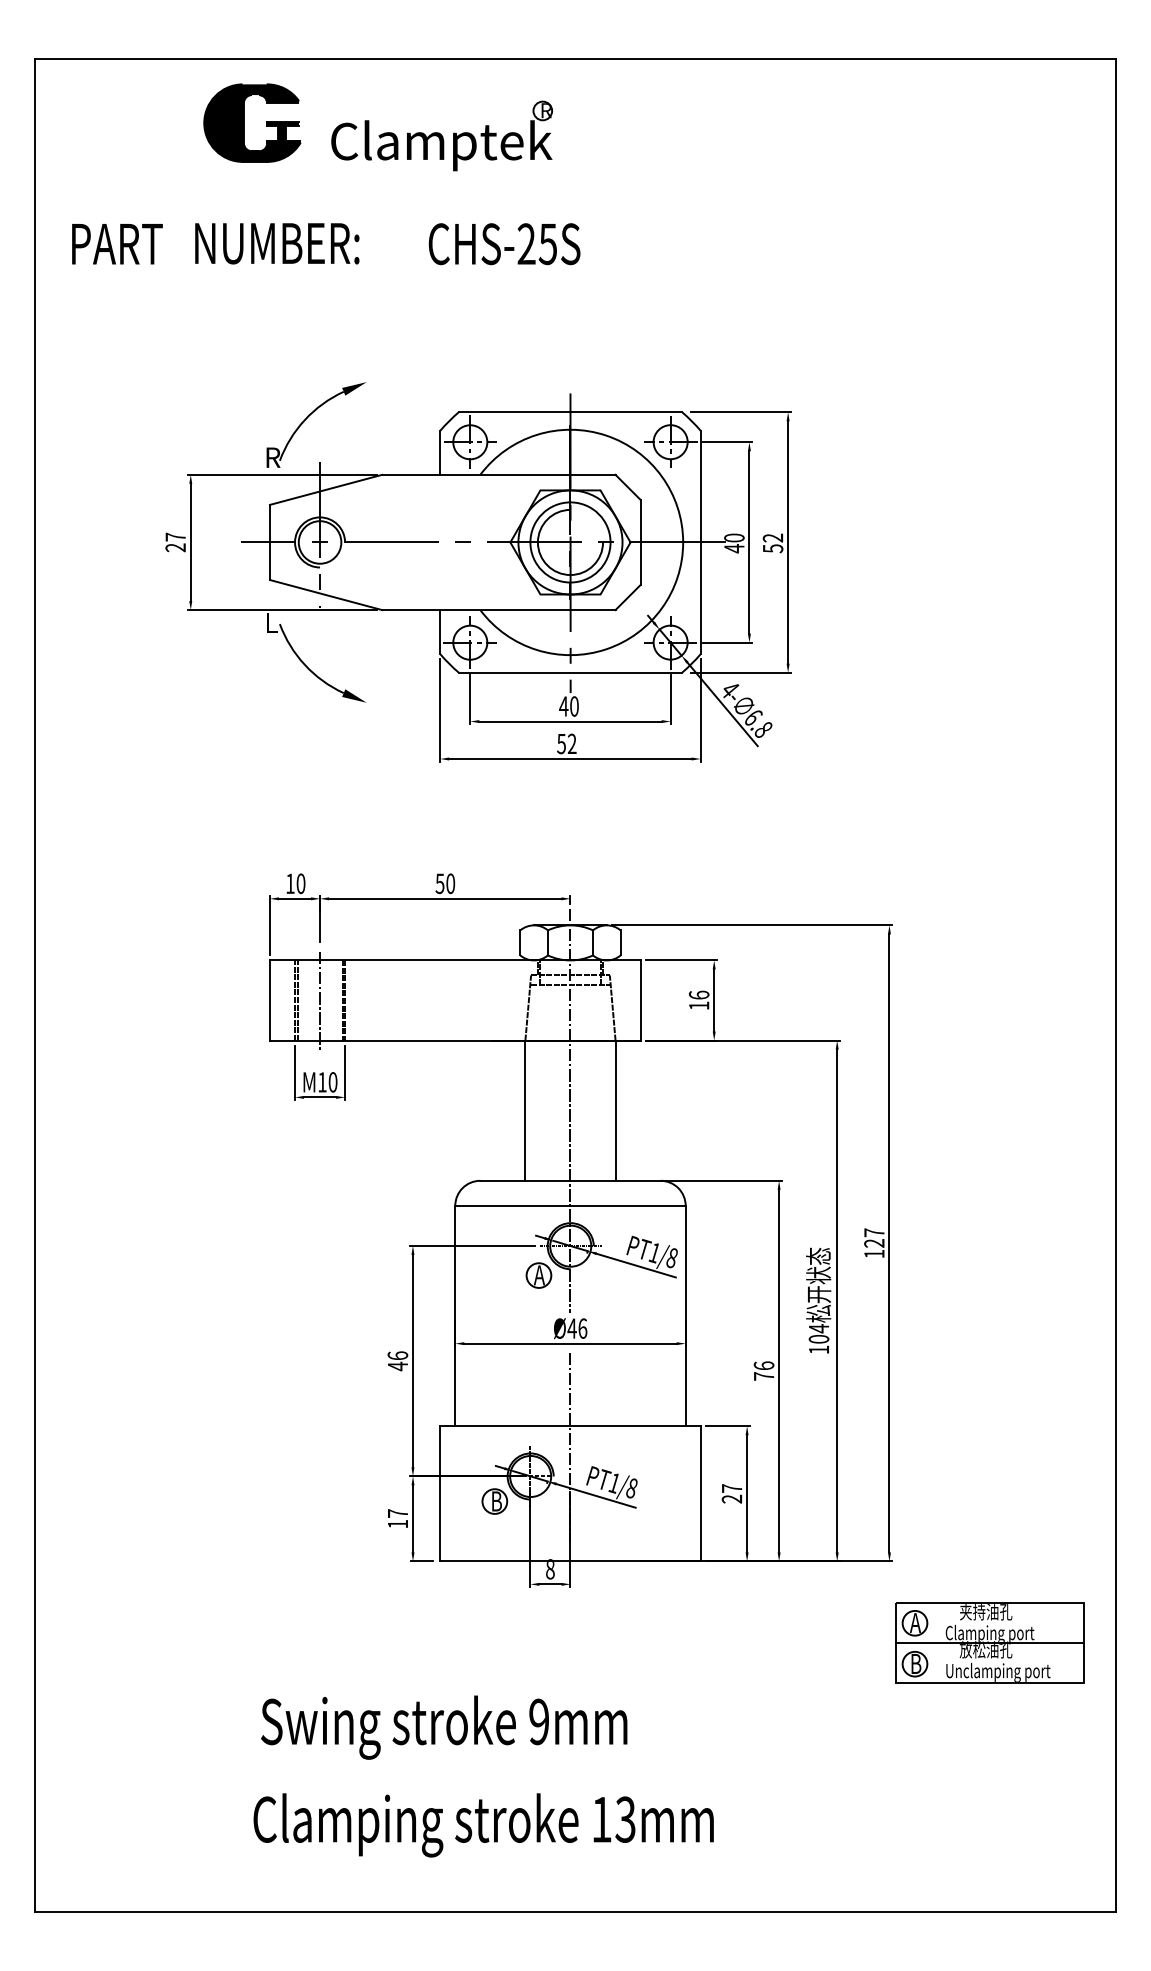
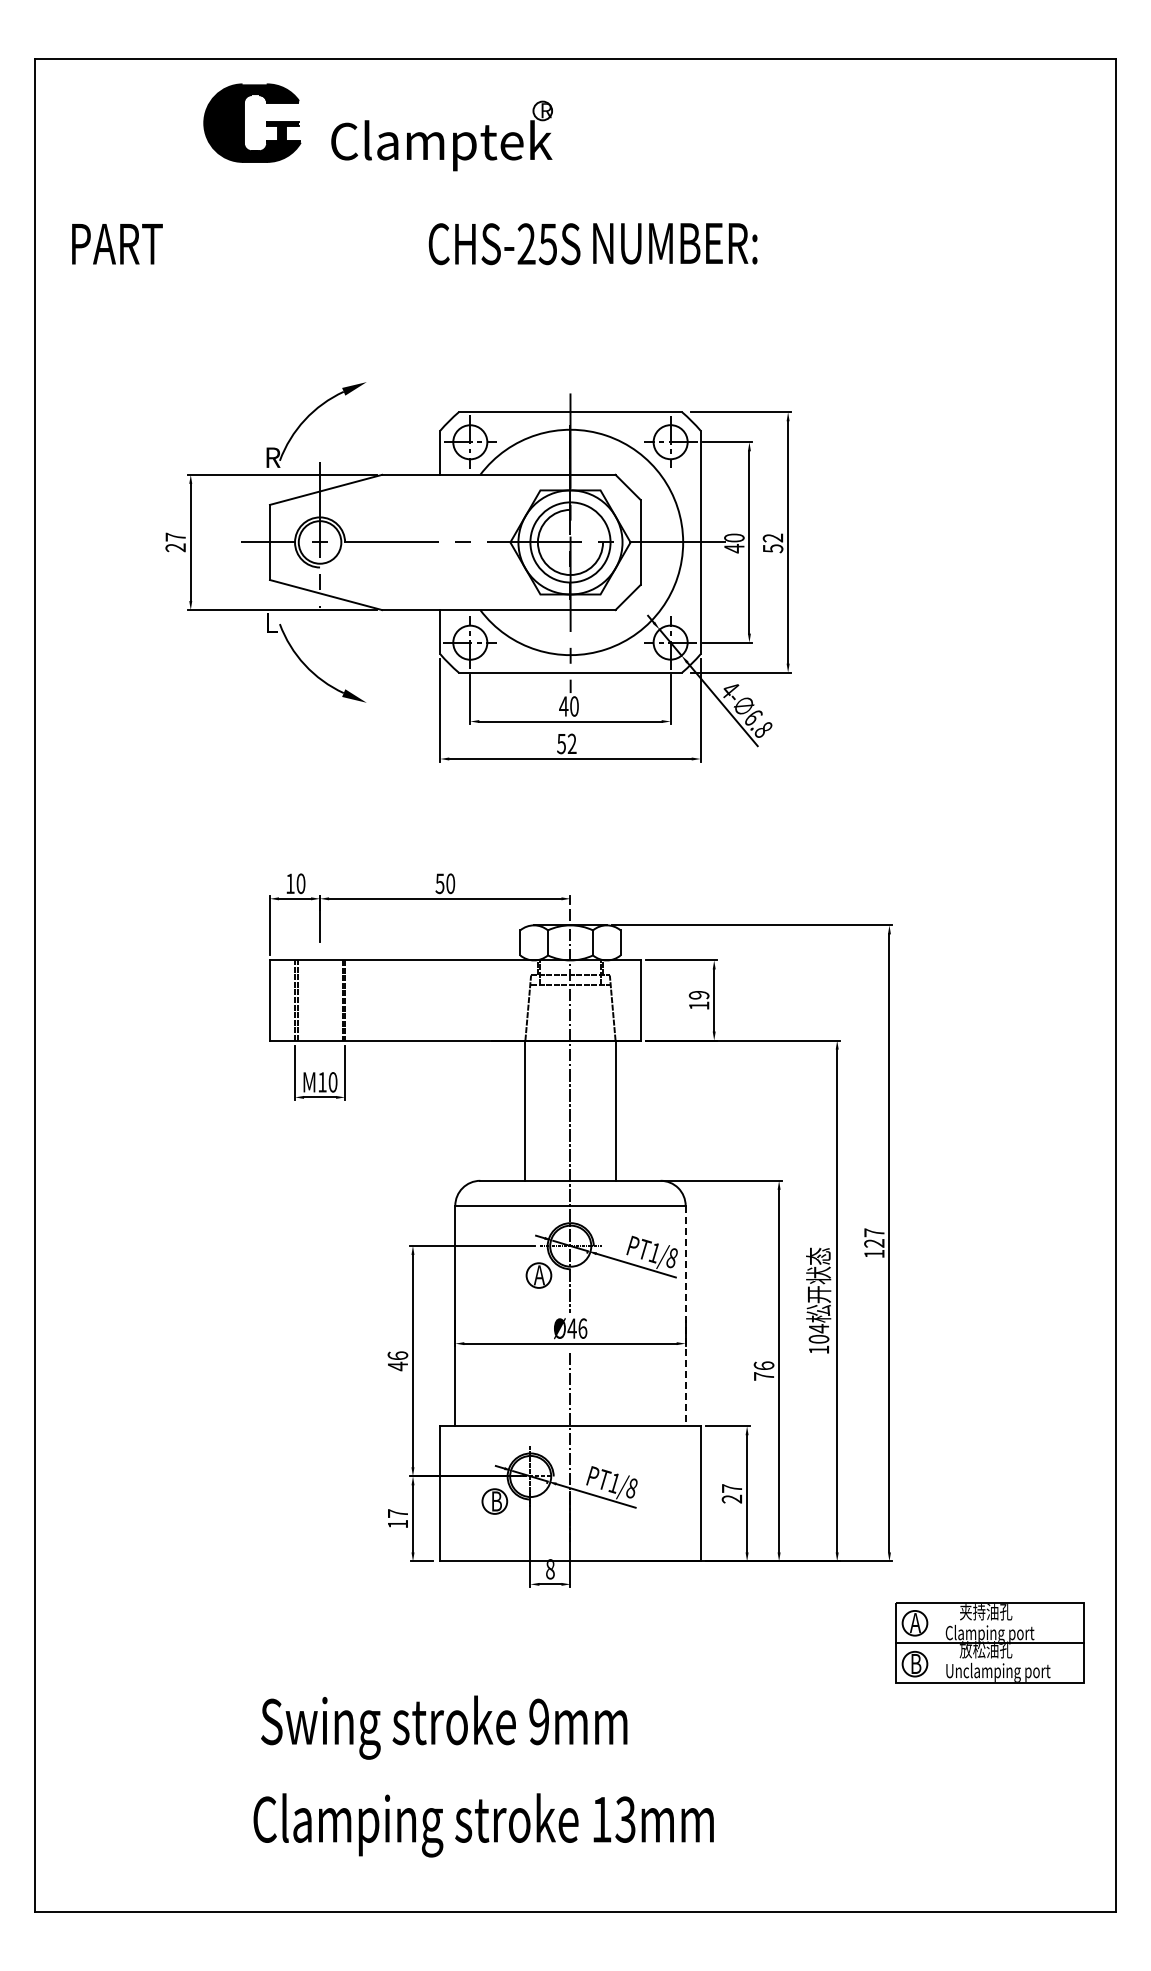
text at (277, 243) position: (277, 243) -> (675, 243)
text at (698, 994): 16 -> 19
line at (320, 1000): present -> none
line at (685, 1316): solid -> dashed
